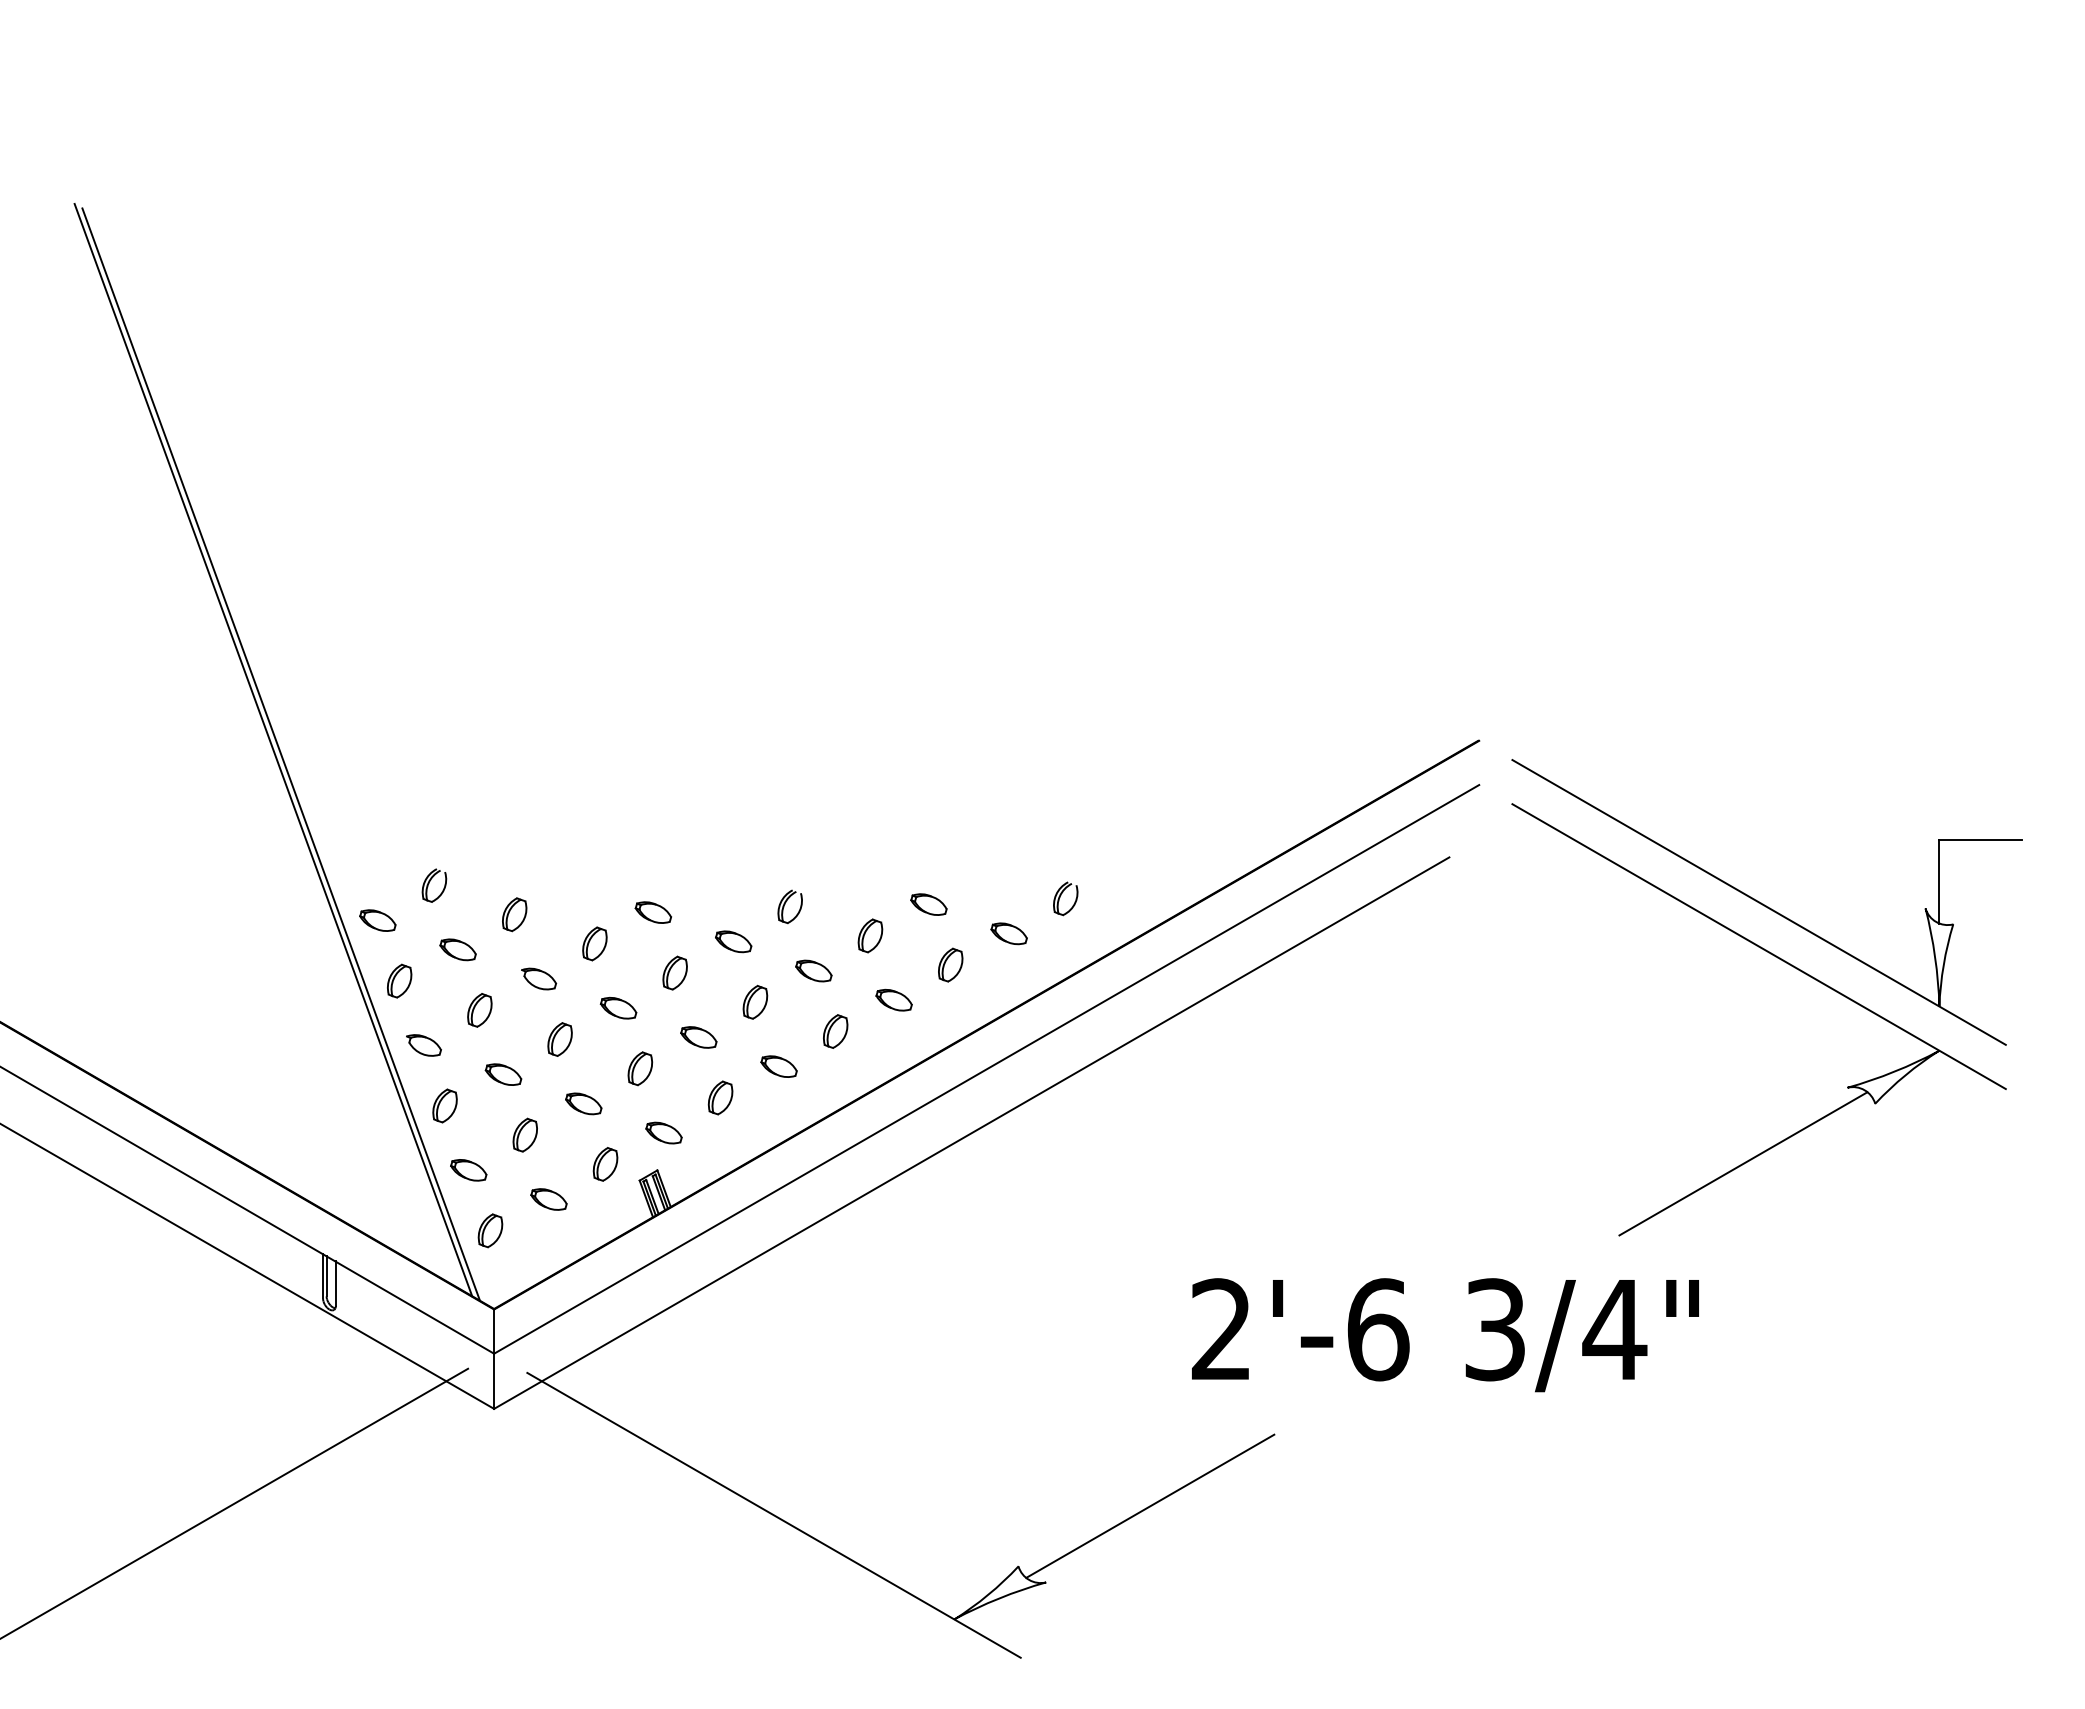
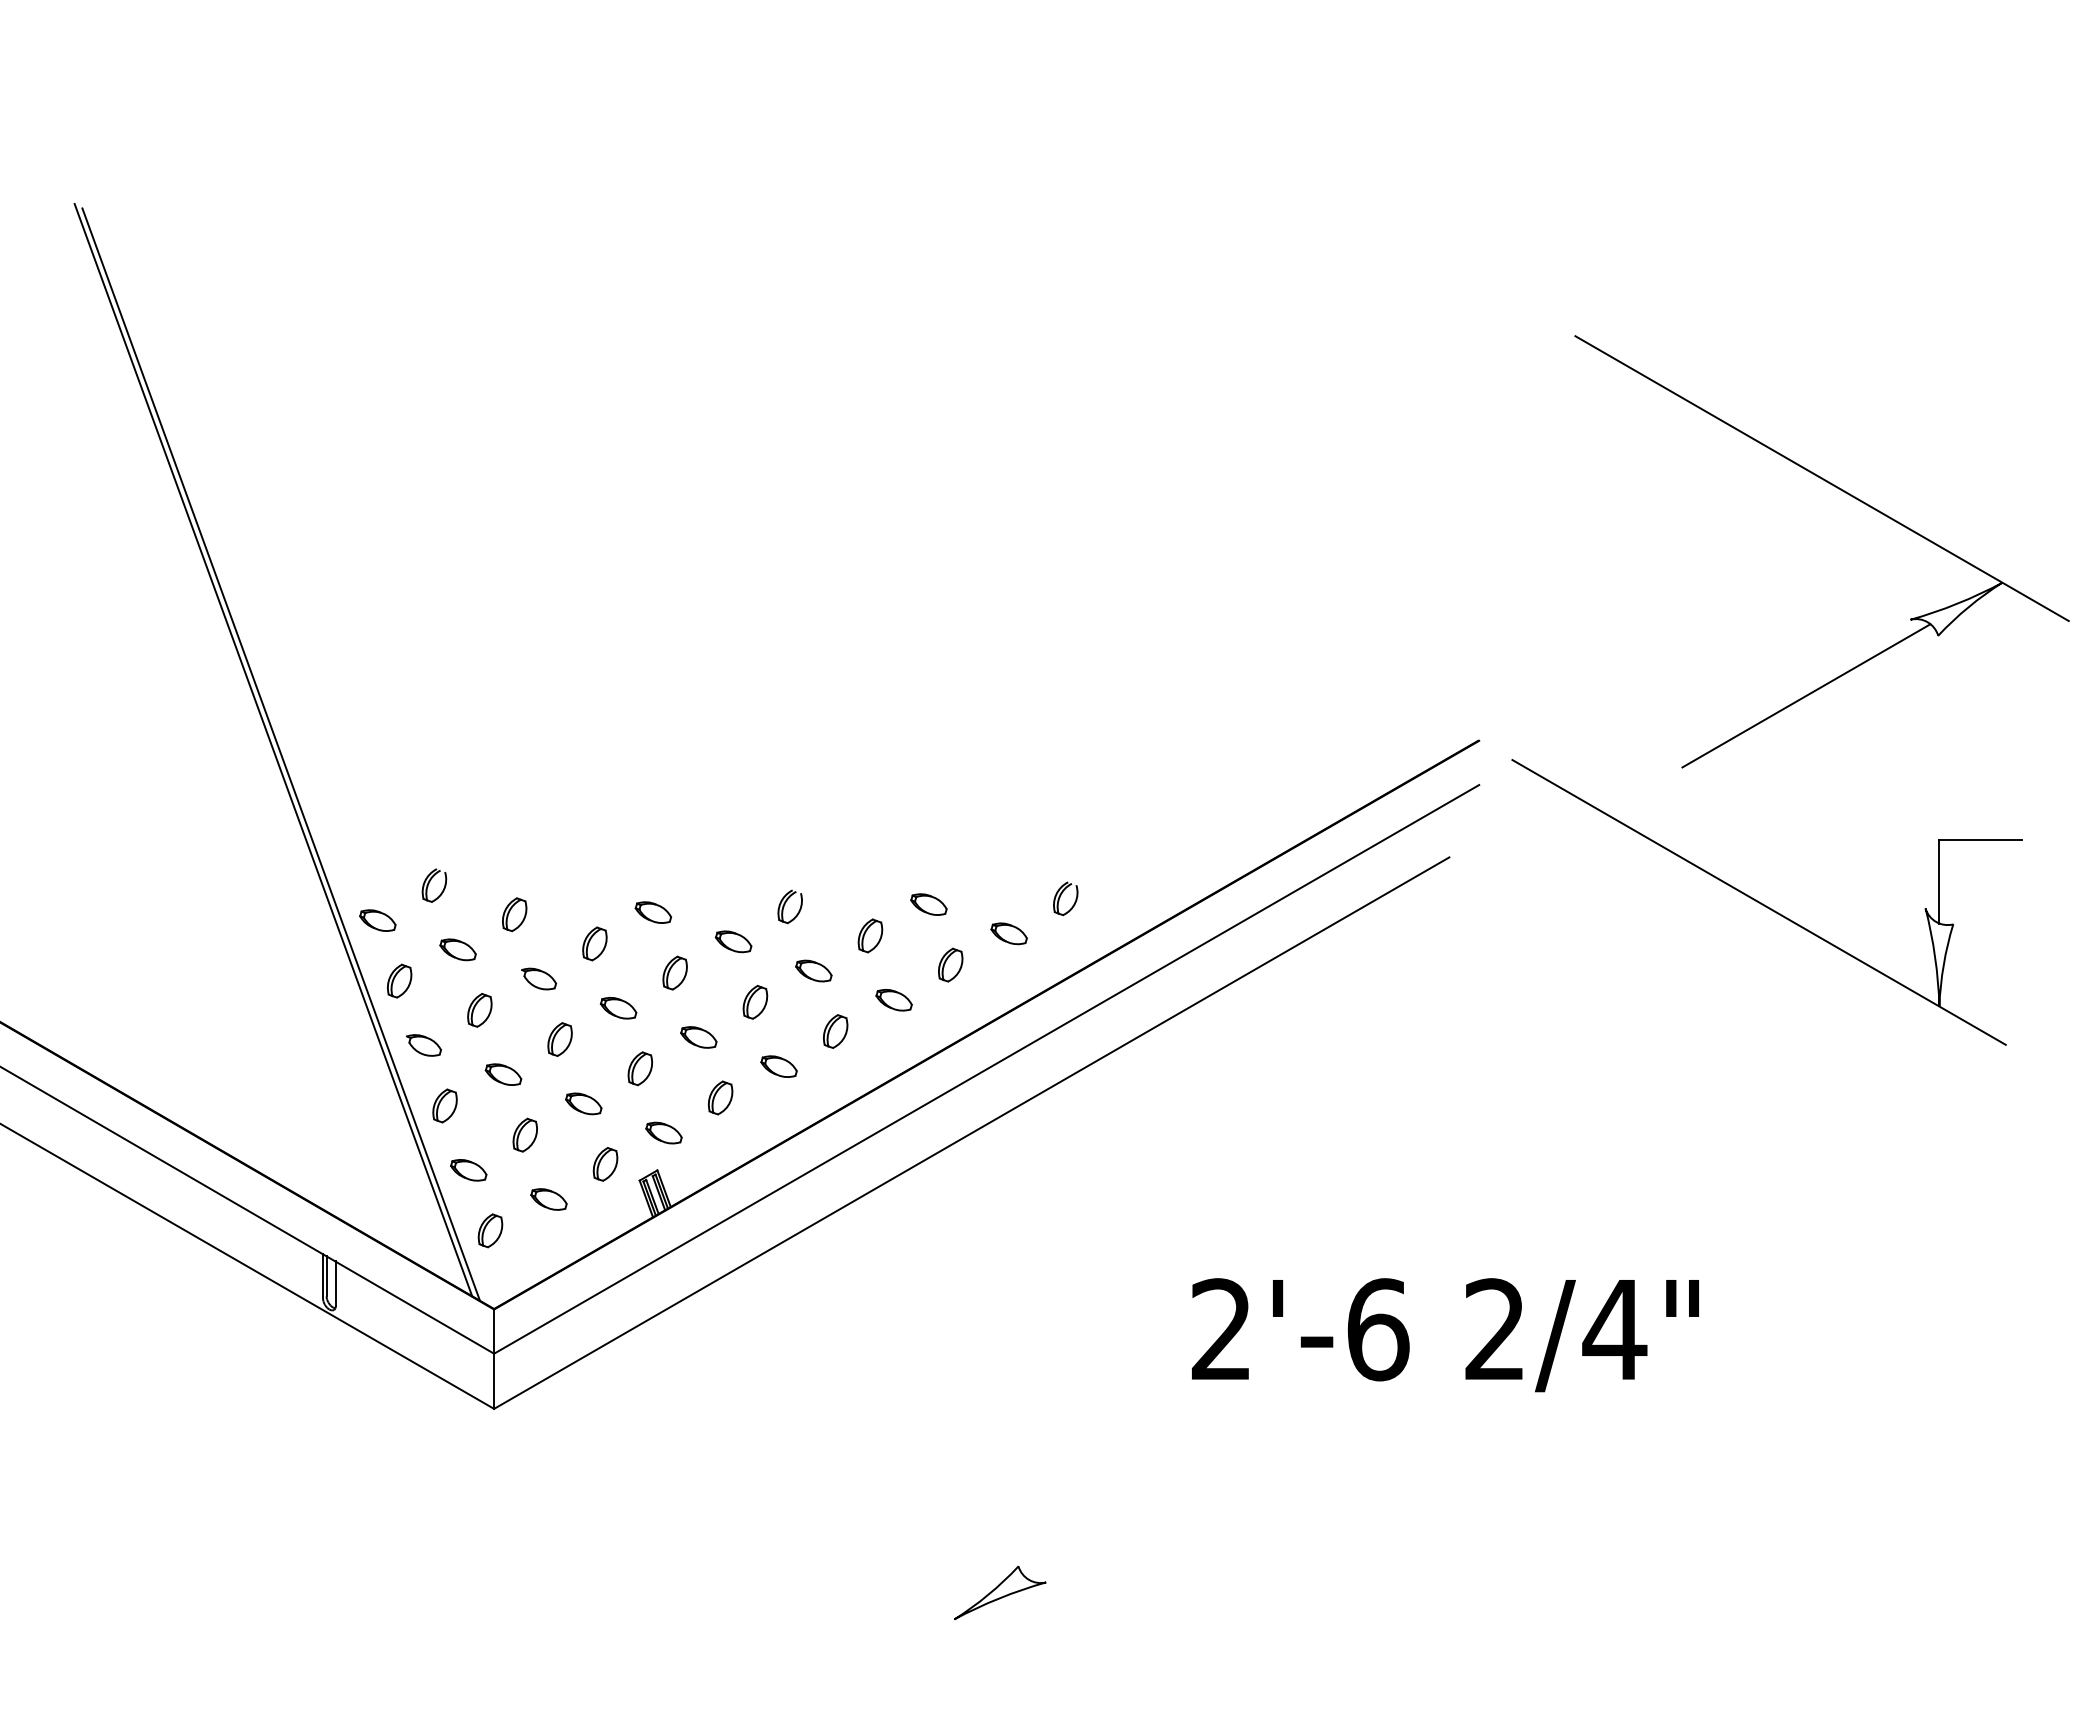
part at (1787, 964) position: (1787, 964) -> (1850, 496)
text at (1494, 1329): 3/4" -> 2/4"
line at (235, 1502): present -> none
line at (1150, 1505): present -> none
line at (773, 1514): present -> none
